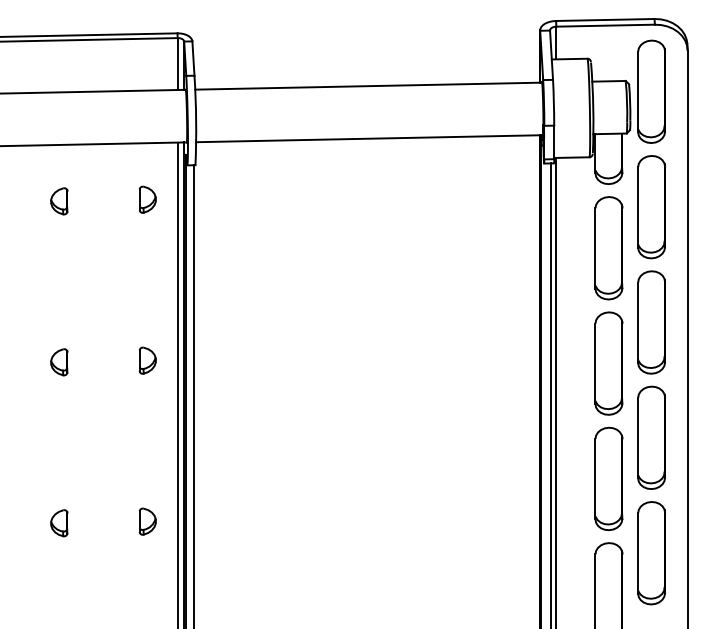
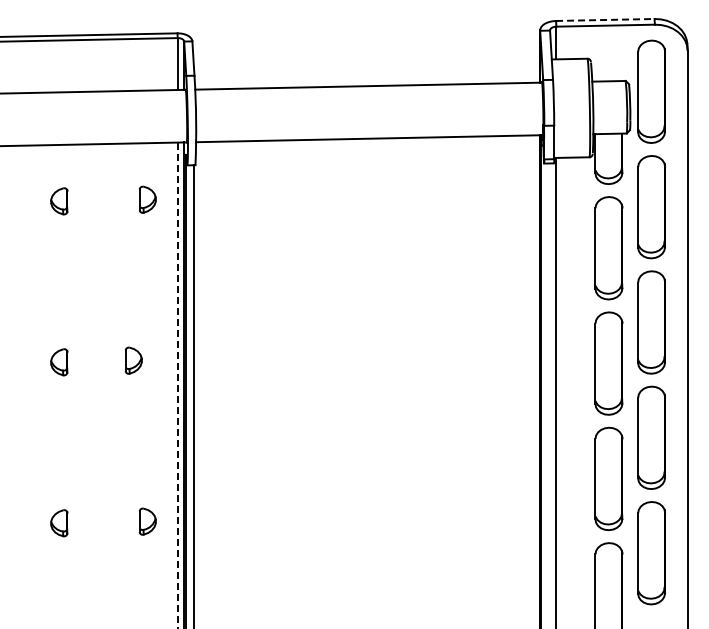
line at (605, 19): solid -> dashed
part at (147, 360) position: (147, 360) -> (133, 360)
line at (177, 385): solid -> dashed
line at (551, 394): present -> none
